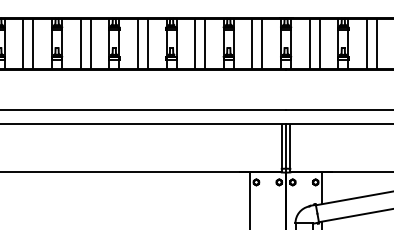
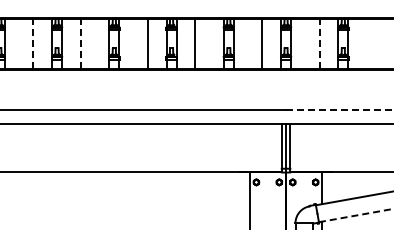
line at (23, 43): present -> none
line at (33, 43): solid -> dashed
line at (80, 43): solid -> dashed
line at (90, 43): present -> none
line at (137, 43): present -> none
line at (205, 43): present -> none
line at (252, 43): present -> none
line at (309, 43): present -> none
line at (319, 43): solid -> dashed
line at (366, 43): present -> none
line at (376, 43): present -> none
line at (340, 109): solid -> dashed
line at (356, 215): solid -> dashed
